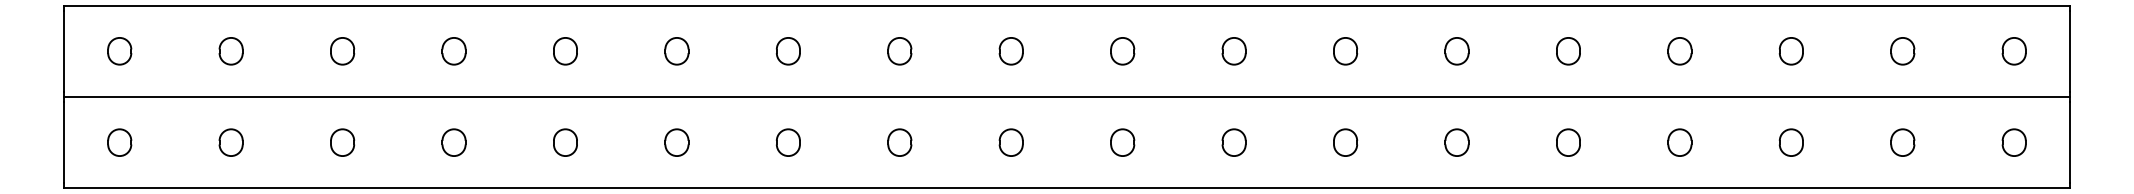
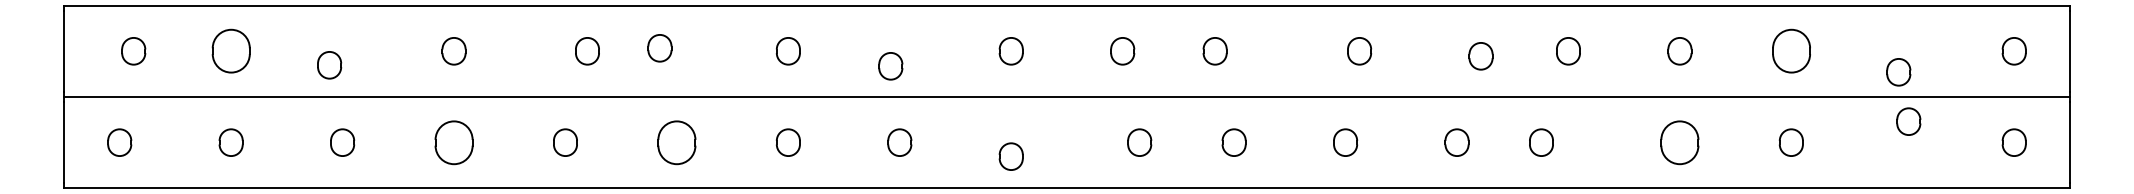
part at (119, 51) position: (119, 51) -> (133, 51)
part at (230, 51) size: 26x29 px -> 40x46 px
part at (342, 51) position: (342, 51) -> (329, 65)
part at (565, 51) position: (565, 51) -> (587, 51)
part at (676, 51) position: (676, 51) -> (659, 48)
part at (899, 51) position: (899, 51) -> (890, 66)
part at (1233, 51) position: (1233, 51) -> (1214, 51)
part at (1345, 51) position: (1345, 51) -> (1359, 51)
part at (1456, 51) position: (1456, 51) -> (1480, 56)
part at (1790, 51) size: 26x29 px -> 39x46 px
part at (1902, 51) position: (1902, 51) -> (1898, 72)
part at (453, 142) size: 26x29 px -> 40x46 px
part at (676, 142) size: 26x29 px -> 40x46 px
part at (1010, 142) position: (1010, 142) -> (1010, 156)
part at (1122, 142) position: (1122, 142) -> (1139, 142)
part at (1568, 142) position: (1568, 142) -> (1541, 142)
part at (1679, 142) size: 26x29 px -> 40x46 px
part at (1902, 142) position: (1902, 142) -> (1908, 121)
